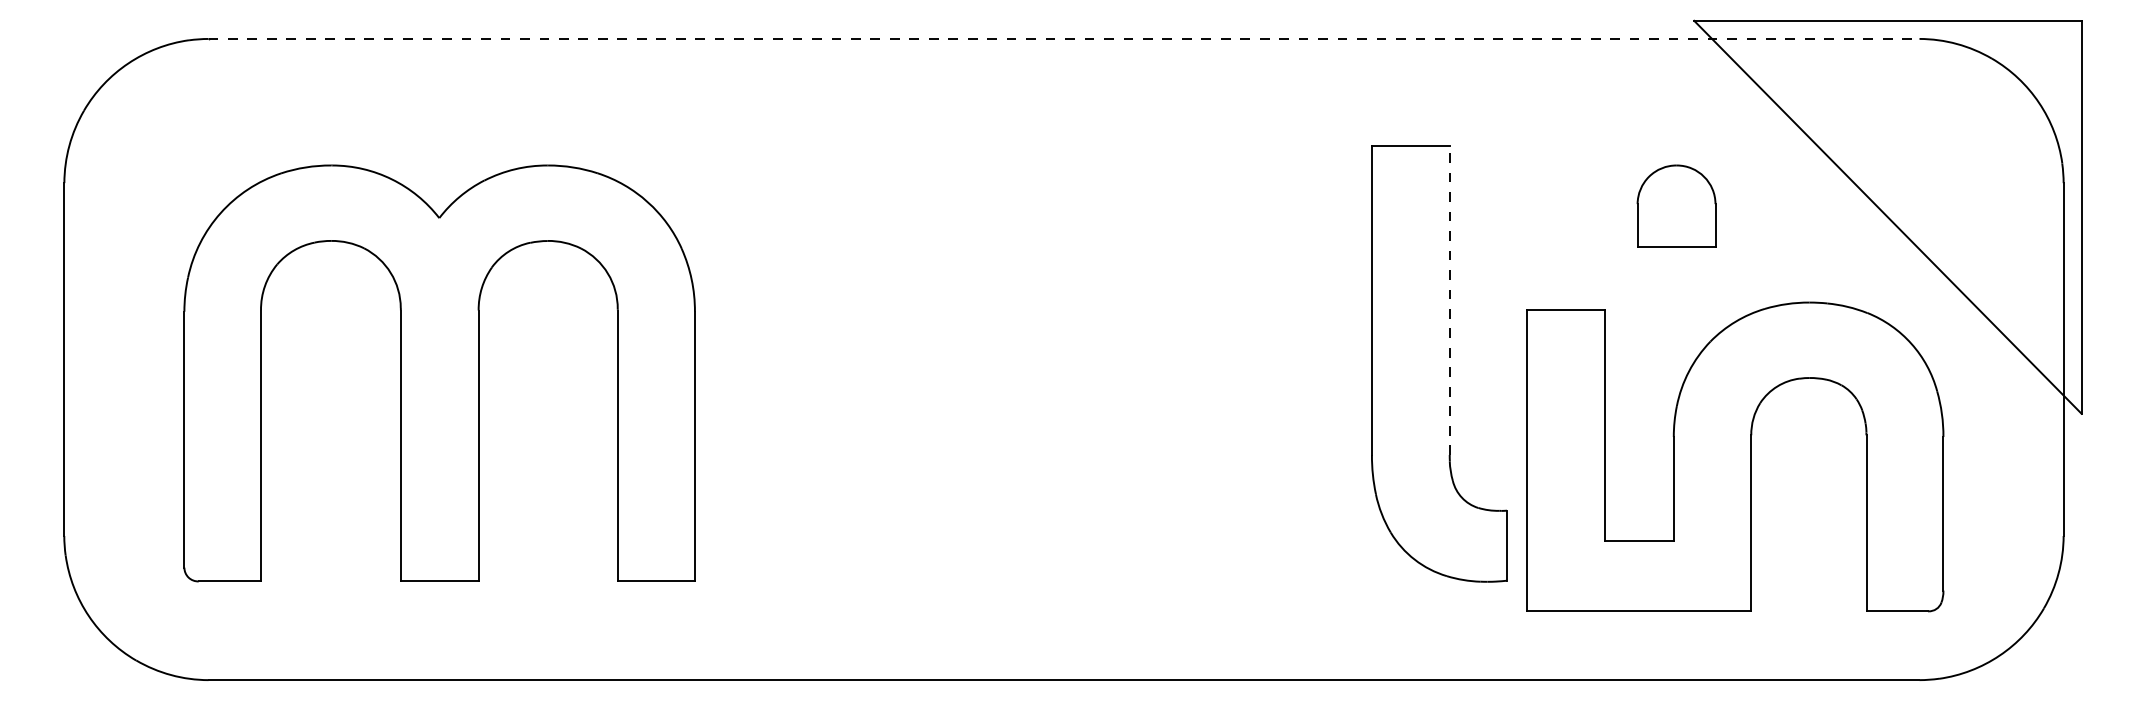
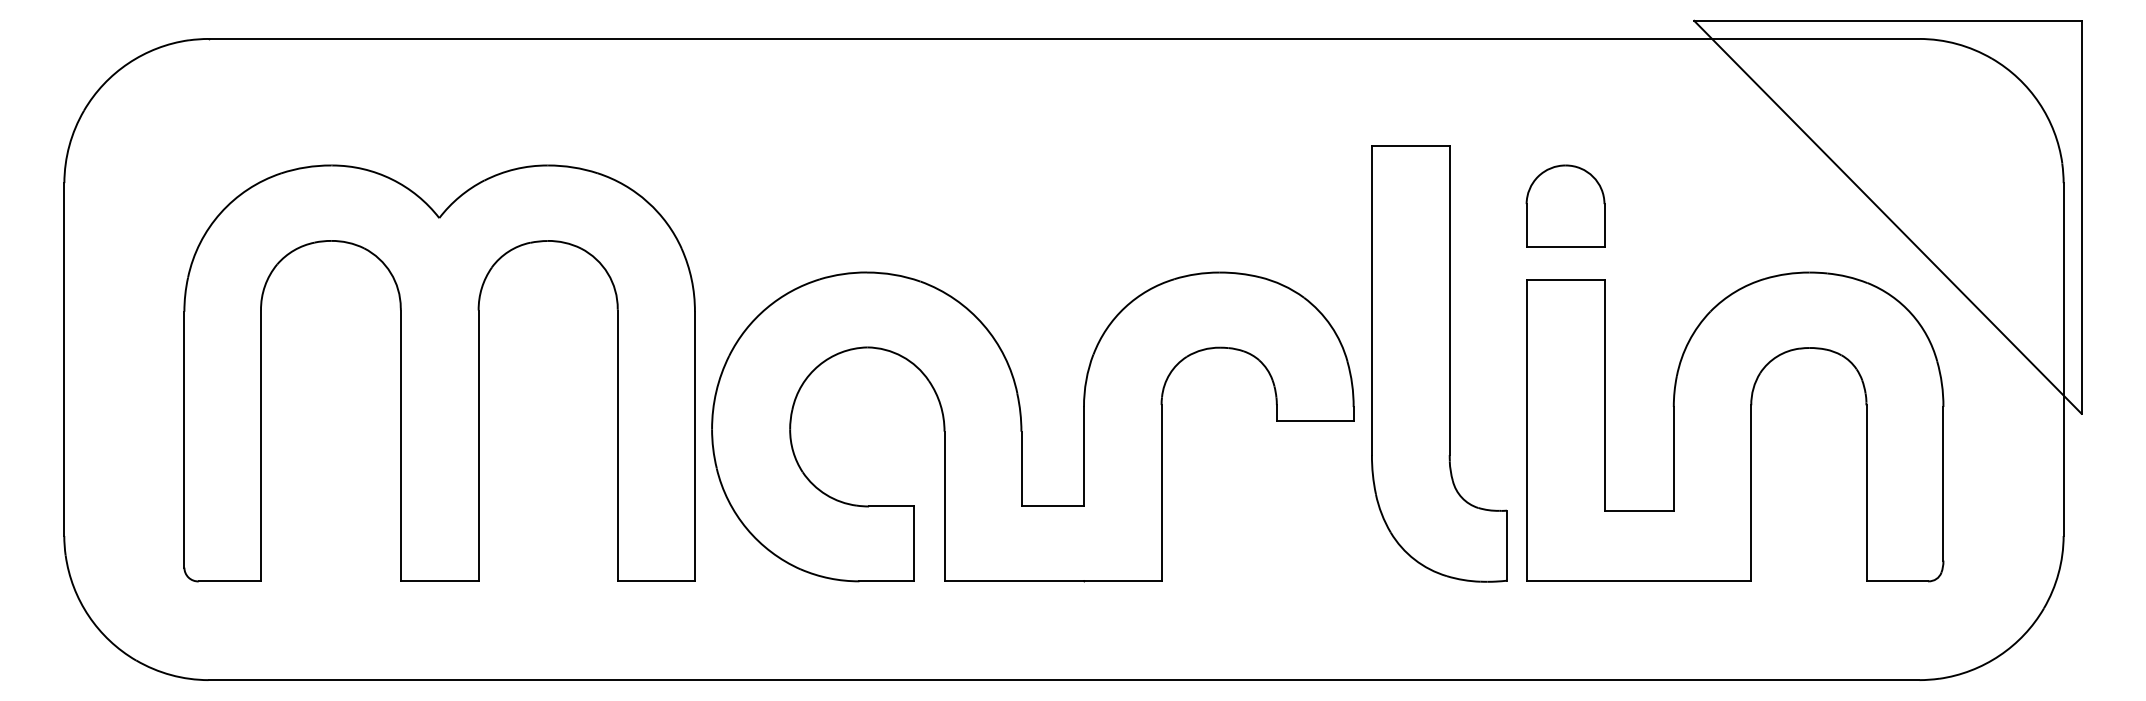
line at (1064, 38): dashed -> solid
part at (1676, 205) position: (1676, 205) -> (1565, 205)
line at (1449, 300): dashed -> solid
part at (1022, 426): none -> present
part at (1735, 456) position: (1735, 456) -> (1735, 426)
